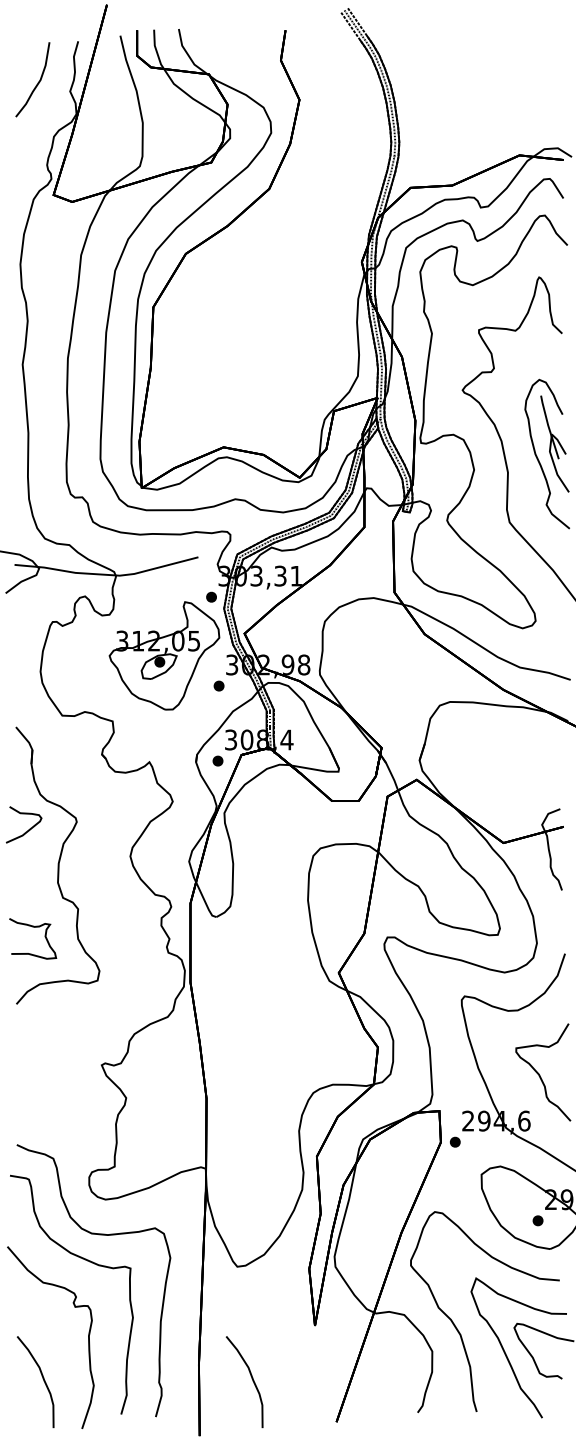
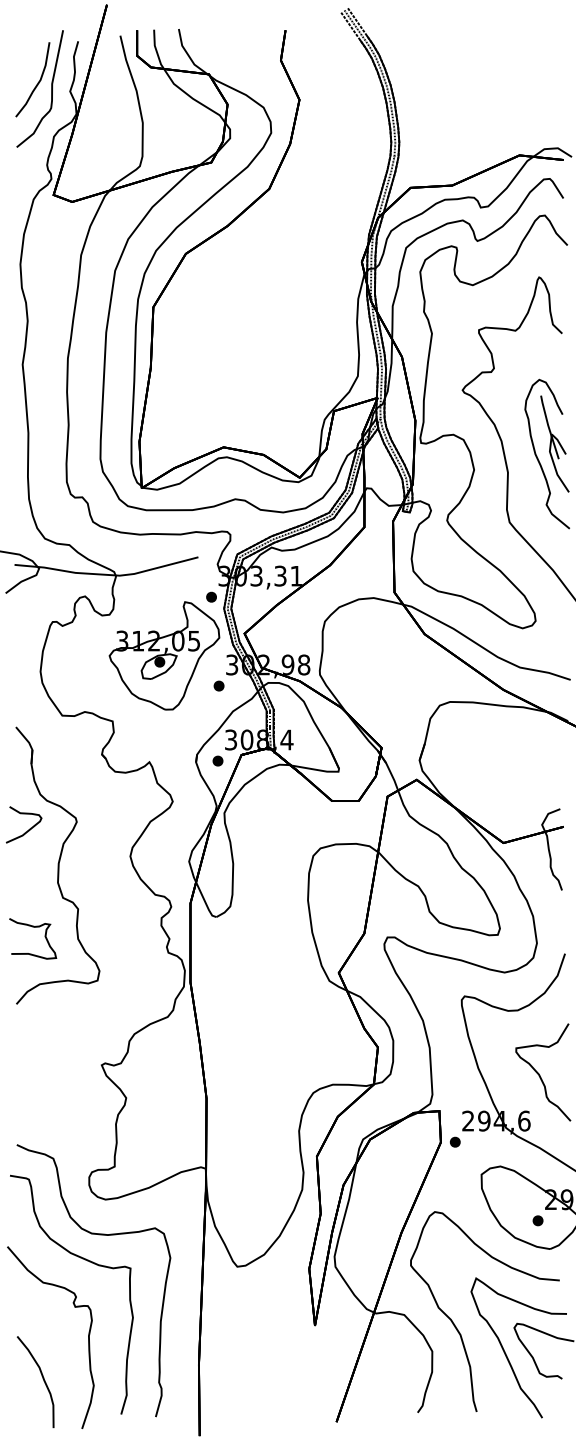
curve at (51, 88): none -> present
curve at (251, 1378): present -> none
